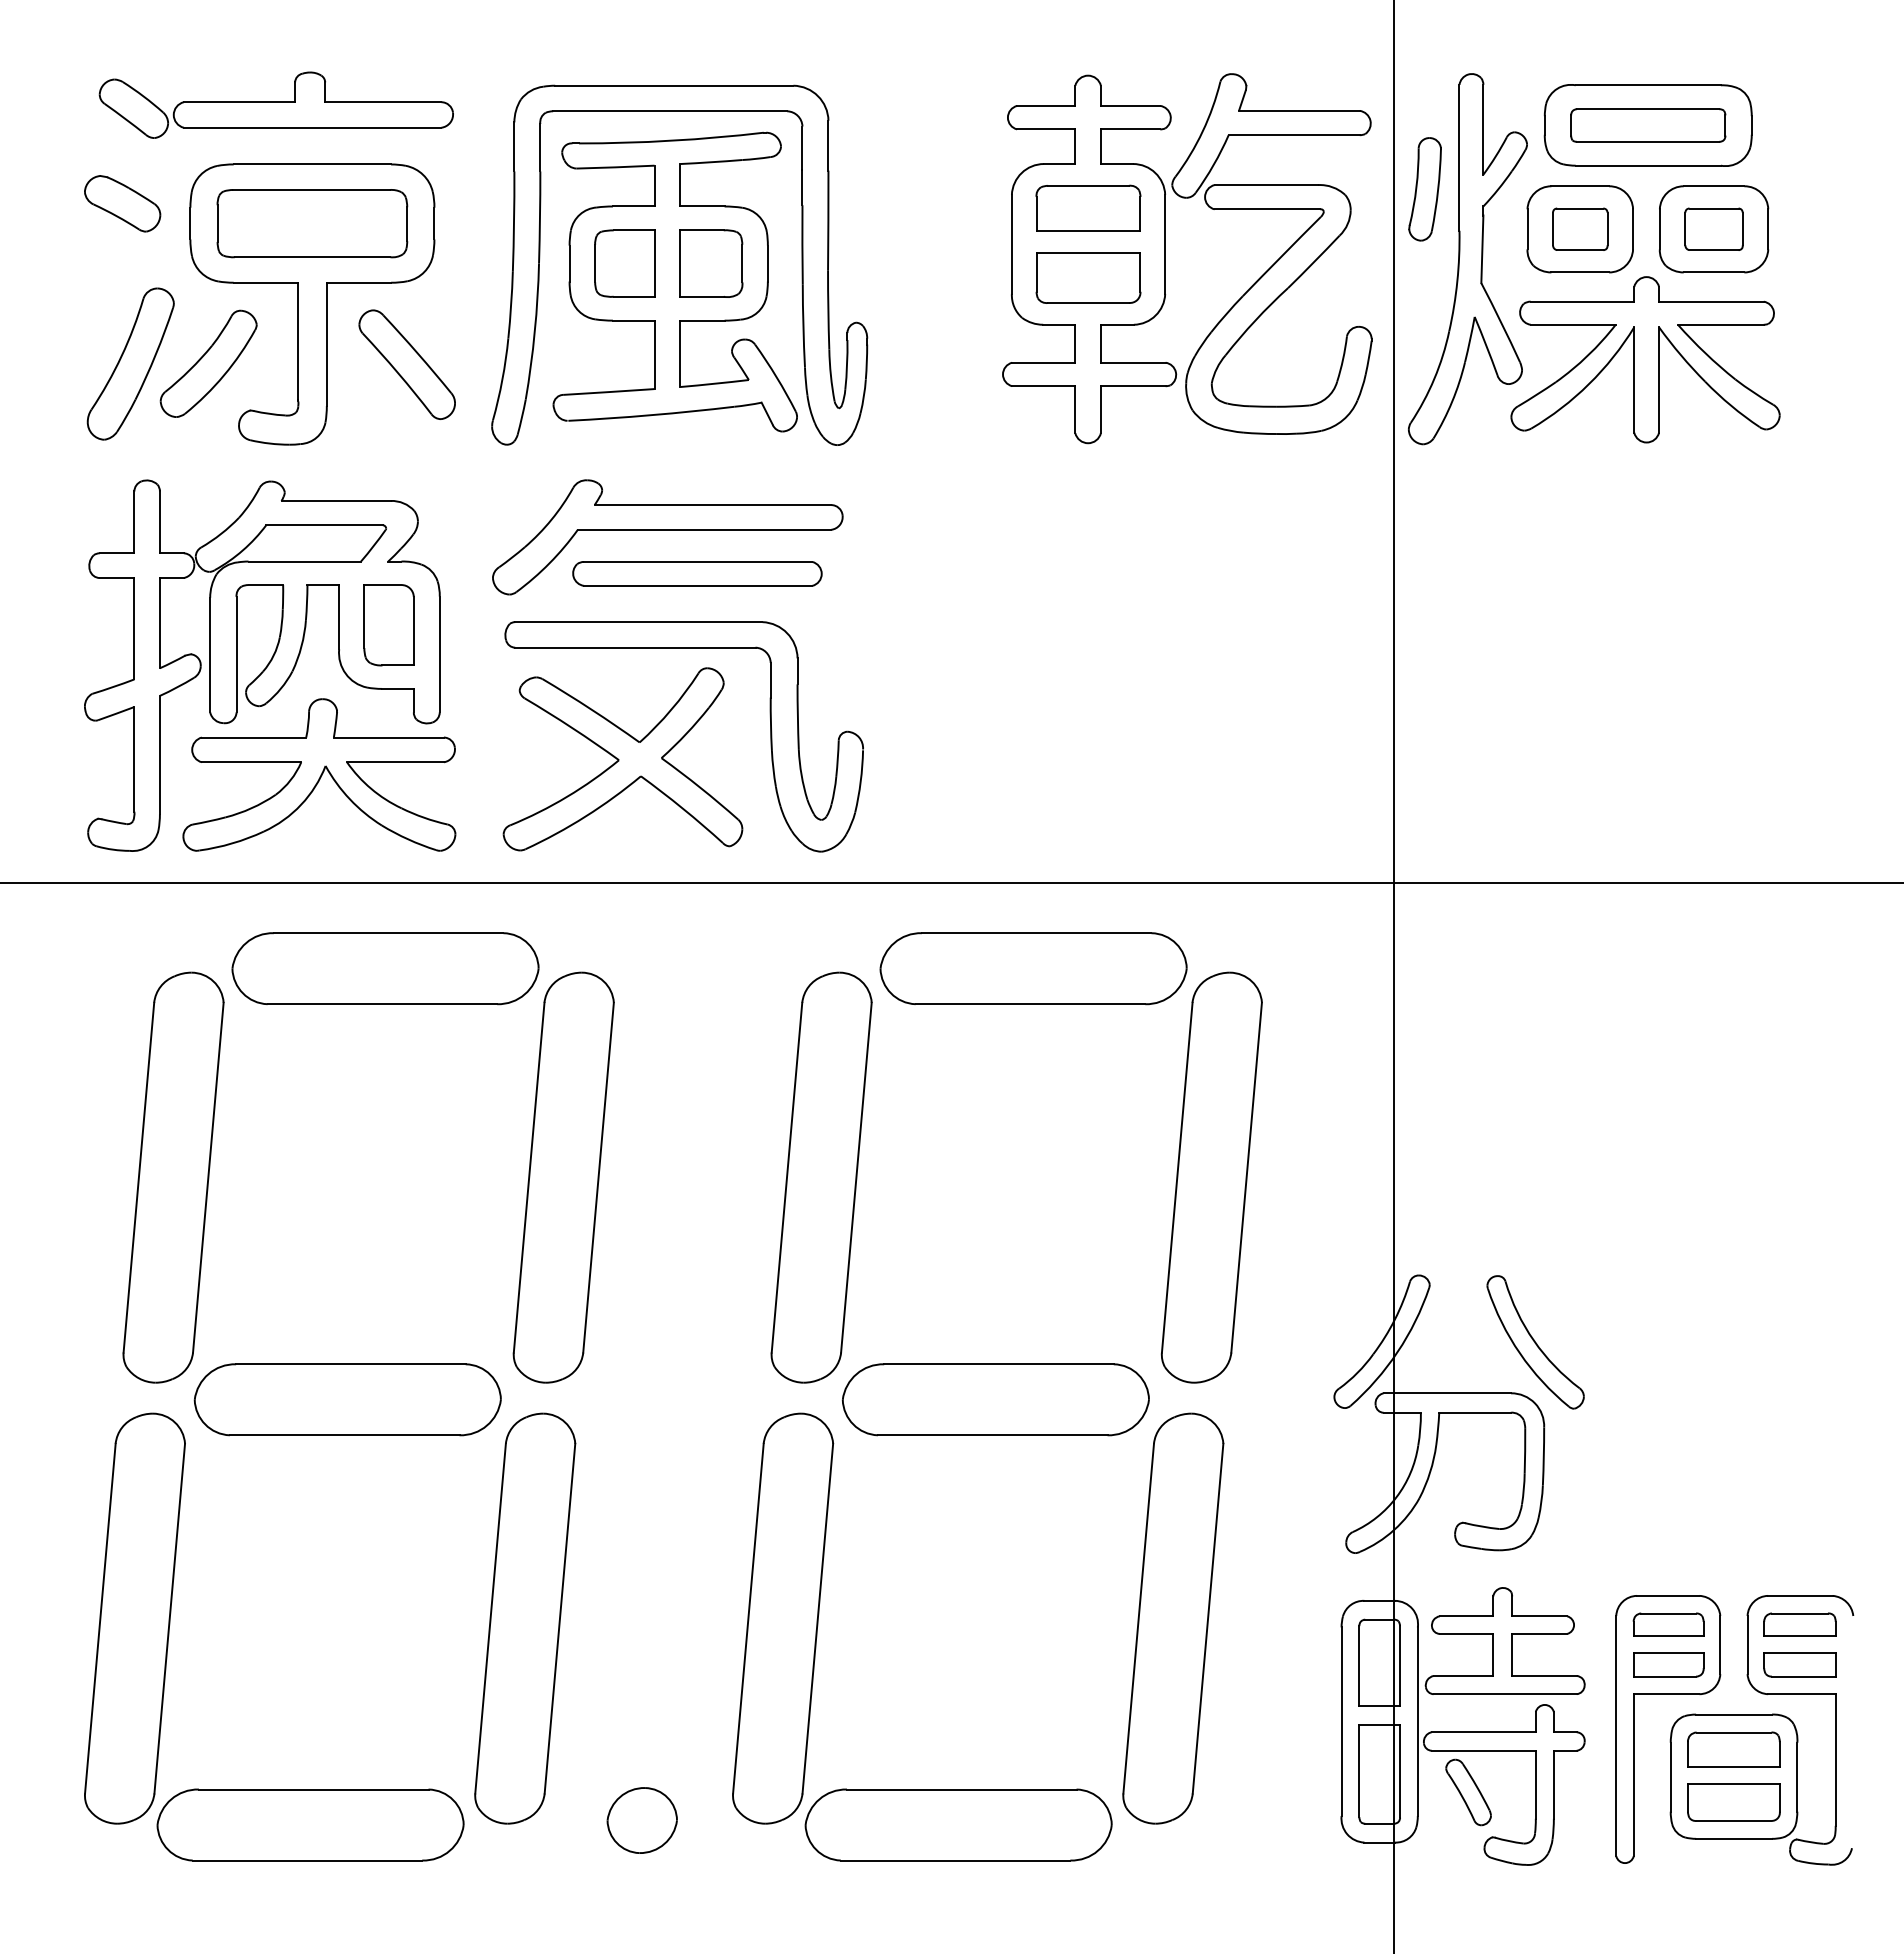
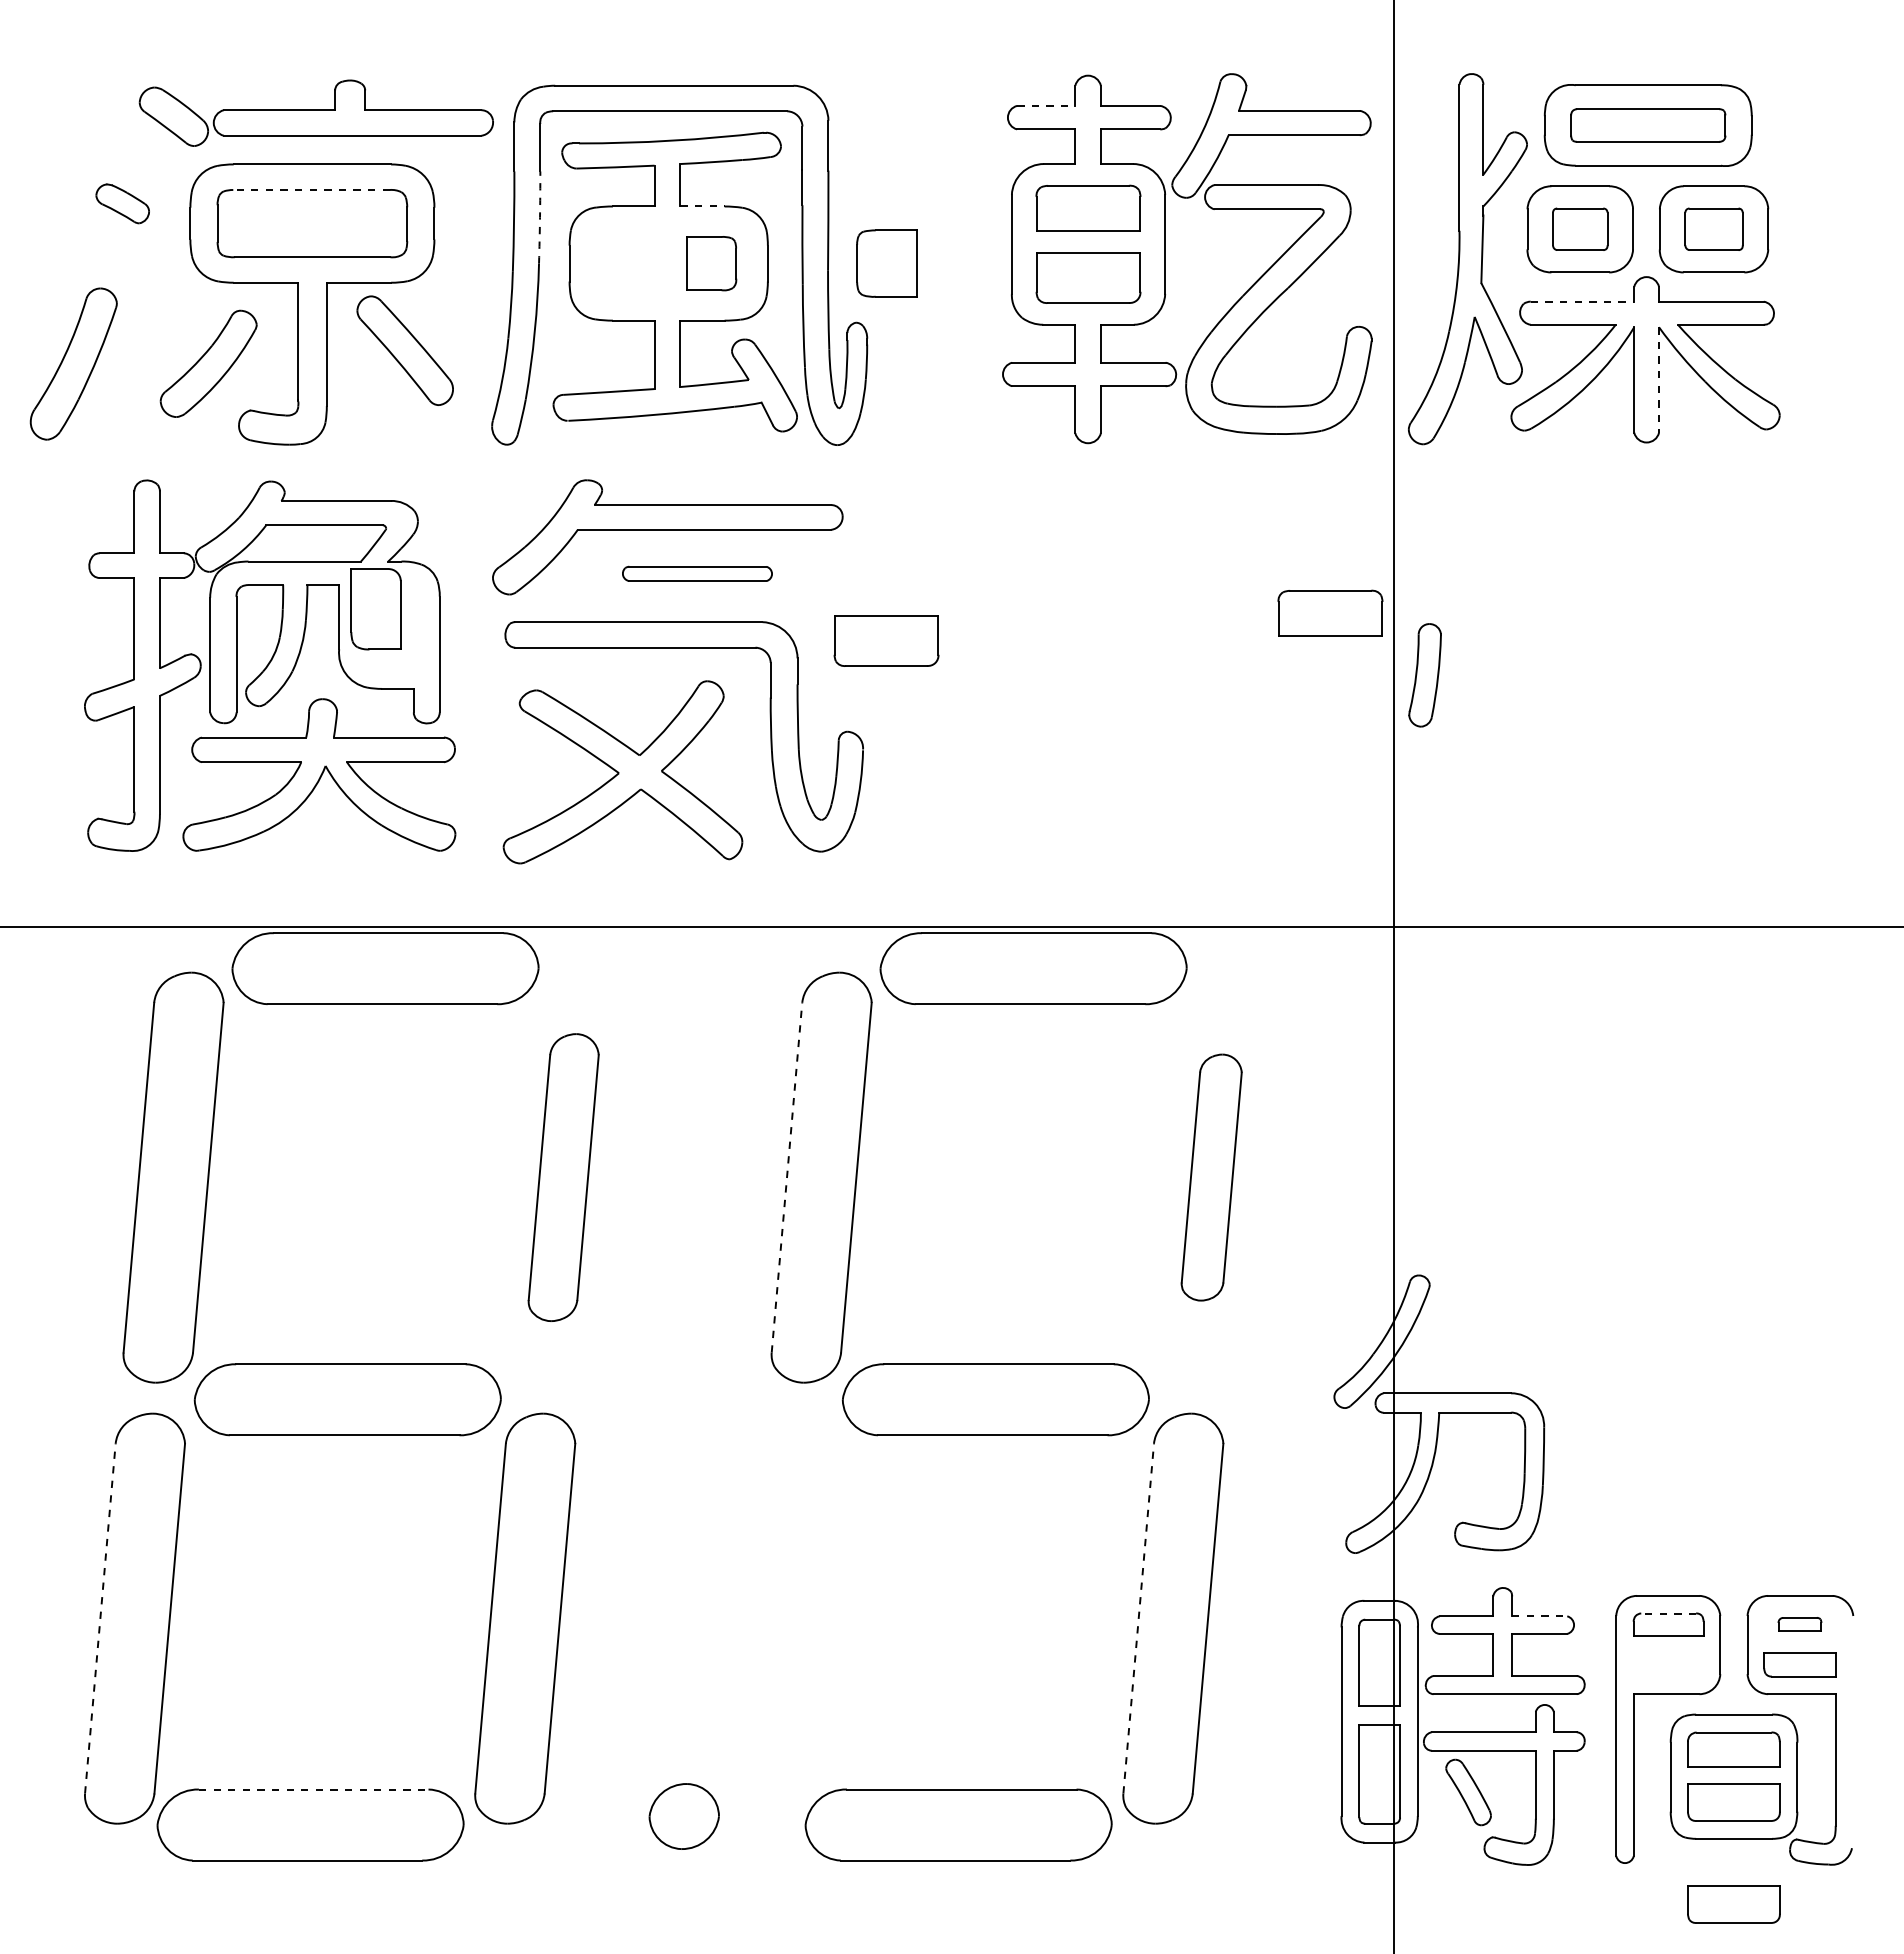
part at (275, 104) position: (275, 104) -> (315, 112)
line at (1046, 105): solid -> dashed
line at (311, 189): solid -> dashed
part at (1424, 189) position: (1424, 189) -> (1424, 675)
part at (122, 203) size: 78x58 px -> 55x42 px
line at (703, 206): solid -> dashed
arc at (540, 217): solid -> dashed
part at (624, 263) position: (624, 263) -> (886, 263)
part at (711, 263) size: 65x69 px -> 52x56 px
line at (1582, 301): solid -> dashed
part at (130, 363) position: (130, 363) -> (73, 363)
part at (406, 364) position: (406, 364) -> (404, 350)
line at (1659, 380): solid -> dashed
part at (697, 573) size: 251x26 px -> 151x17 px
part at (1330, 612): none -> present
part at (388, 625) position: (388, 625) -> (375, 609)
part at (886, 640): none -> present
part at (622, 759) position: (622, 759) -> (622, 772)
line at (951, 883) position: (951, 883) -> (951, 927)
part at (563, 1177) size: 103x413 px -> 73x289 px
line at (786, 1177): solid -> dashed
part at (1211, 1177) size: 103x413 px -> 63x249 px
part at (1535, 1342): present -> none
line at (1668, 1613): solid -> dashed
line at (1539, 1616): solid -> dashed
line at (100, 1618): solid -> dashed
part at (783, 1618): present -> none
line at (1138, 1618): solid -> dashed
part at (1799, 1624) size: 74x25 px -> 46x15 px
part at (1668, 1664): present -> none
line at (313, 1789): solid -> dashed
part at (641, 1820) position: (641, 1820) -> (683, 1816)
part at (1733, 1904): none -> present
